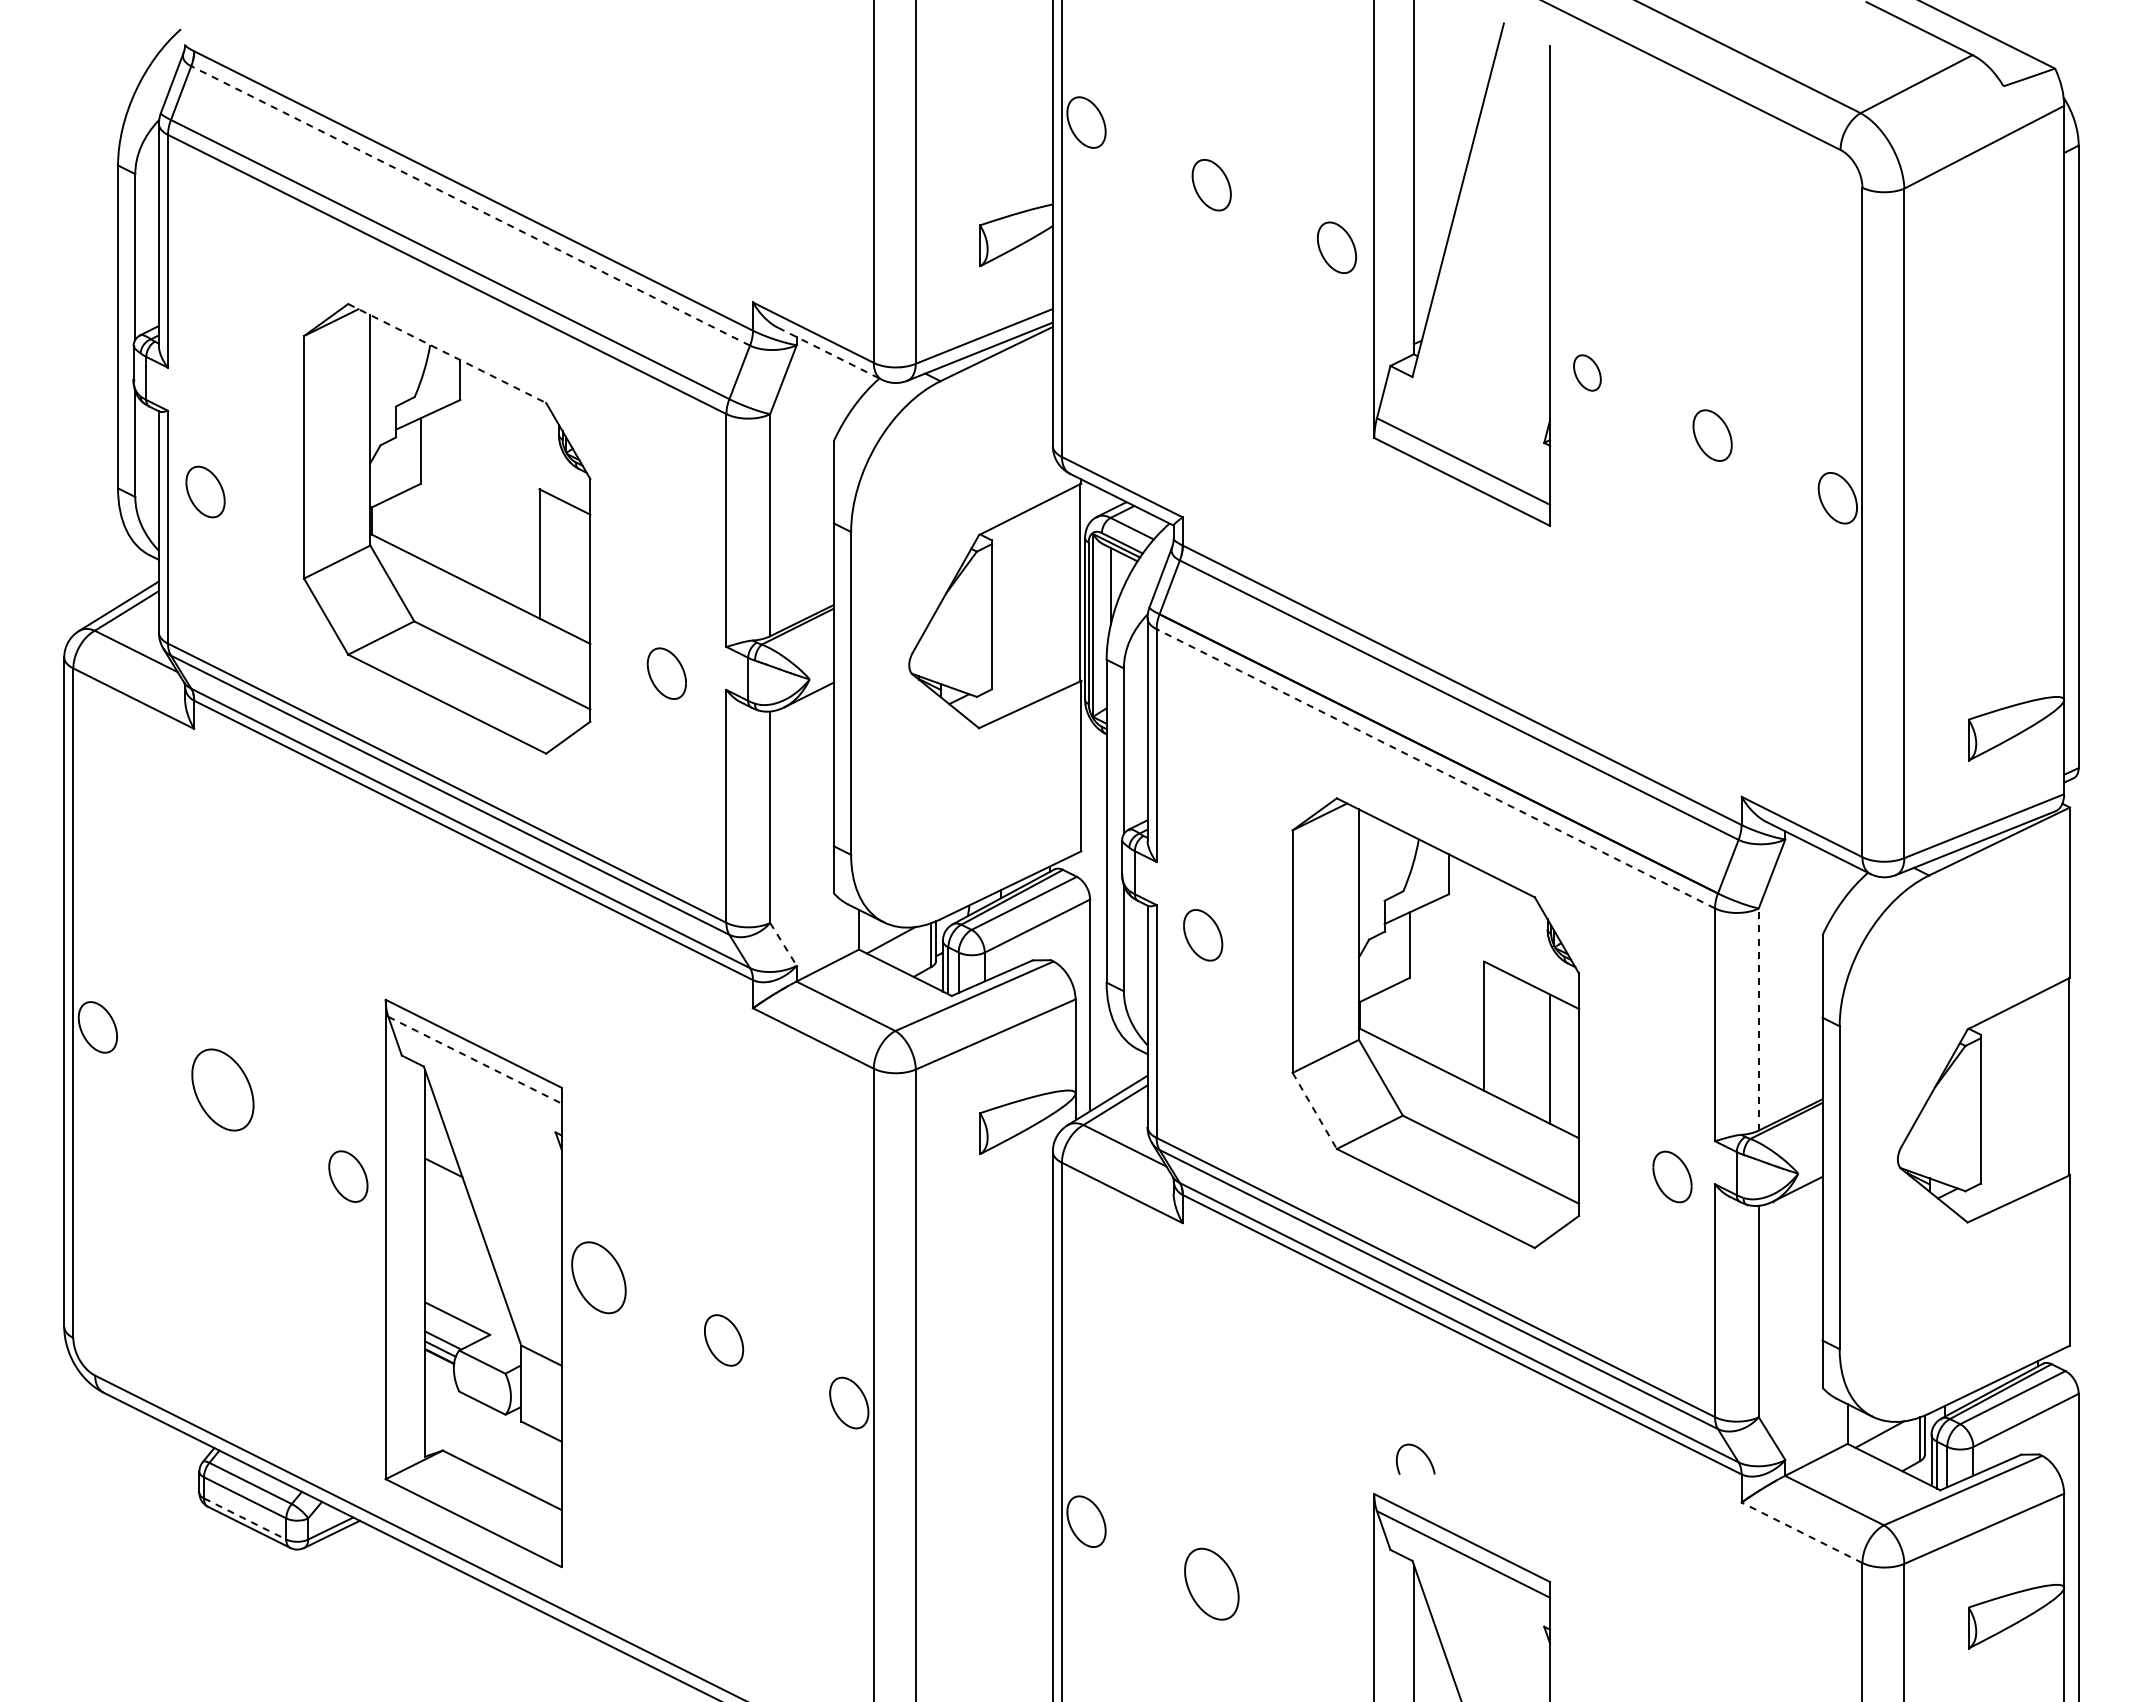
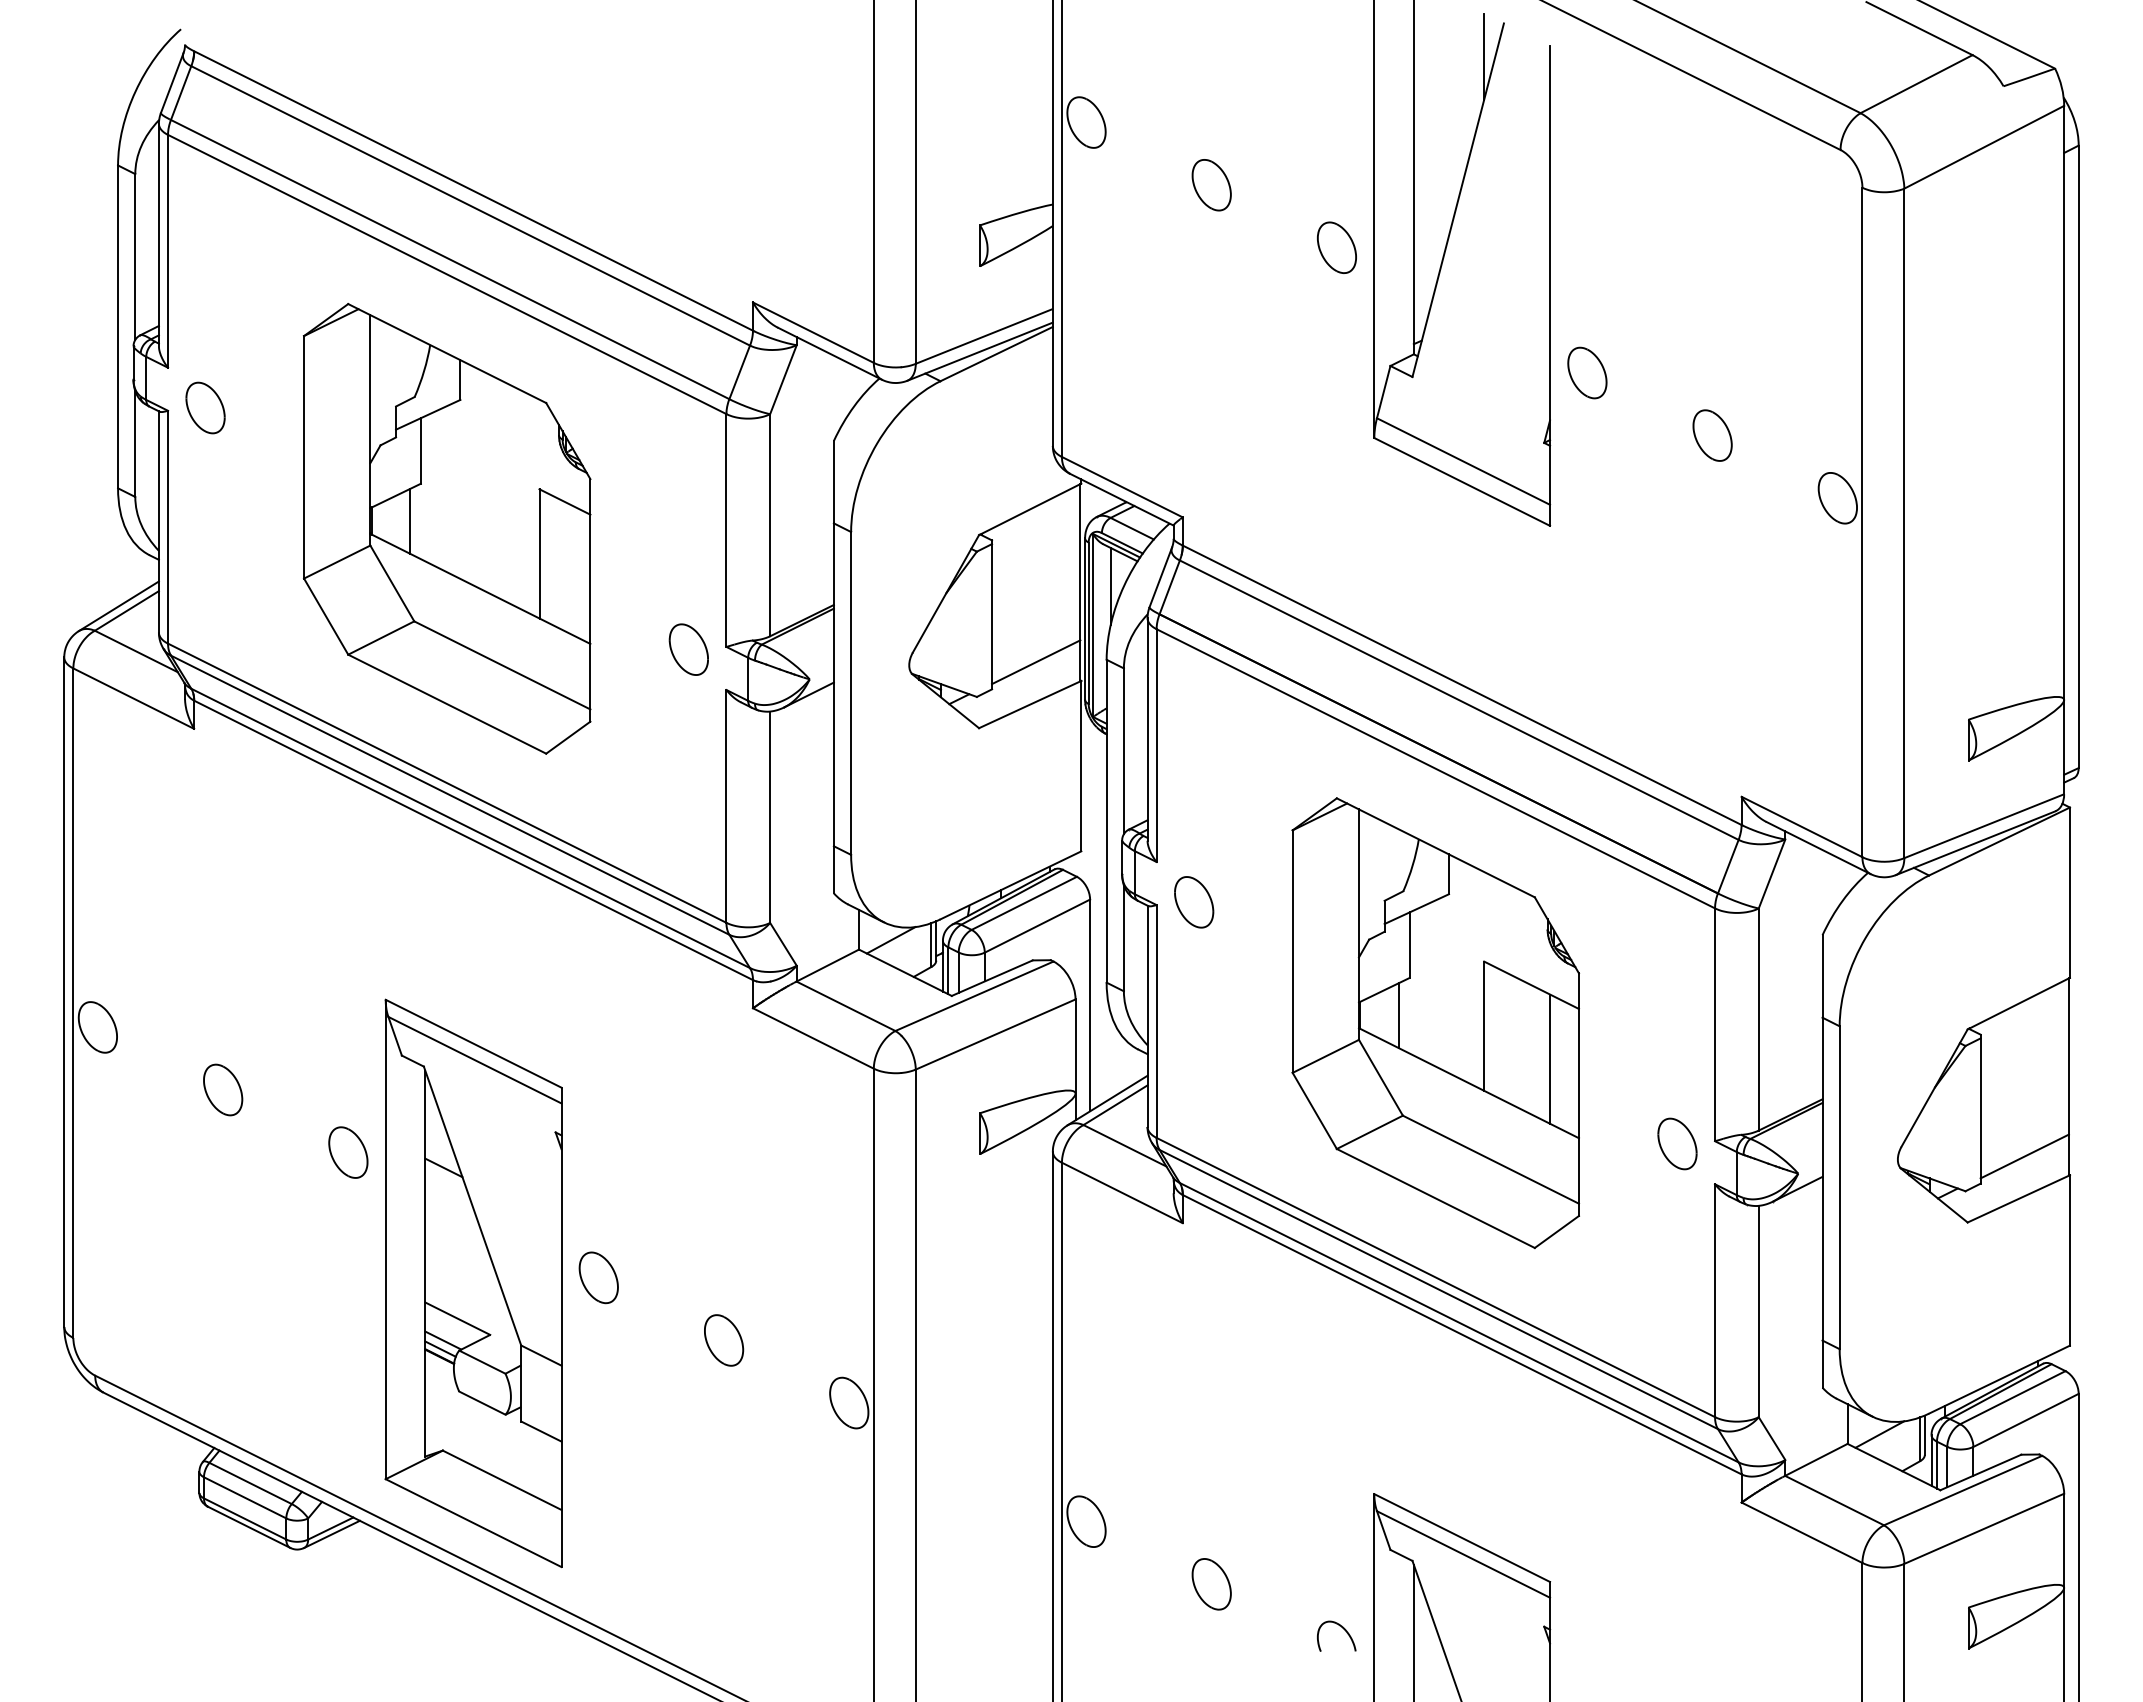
line at (1484, 56): none -> present
line at (470, 205): dashed -> solid
line at (447, 353): dashed -> solid
line at (830, 353): dashed -> solid
part at (1587, 372) size: 29x38 px -> 41x54 px
part at (205, 491) position: (205, 491) -> (205, 407)
line at (409, 521): none -> present
line at (1036, 662): none -> present
part at (666, 673) position: (666, 673) -> (688, 649)
line at (1435, 768): dashed -> solid
part at (1203, 935) position: (1203, 935) -> (1194, 902)
line at (783, 944): dashed -> solid
line at (1398, 1015): none -> present
line at (1758, 1019): dashed -> solid
line at (474, 1060): dashed -> solid
part at (222, 1089) size: 64x84 px -> 41x54 px
line at (1315, 1111): dashed -> solid
line at (2024, 1156): none -> present
part at (348, 1176) position: (348, 1176) -> (348, 1152)
part at (1672, 1176) position: (1672, 1176) -> (1677, 1143)
part at (598, 1277) size: 56x74 px -> 41x54 px
part at (1421, 1451) position: (1421, 1451) -> (1342, 1628)
line at (245, 1519): dashed -> solid
line at (1802, 1532): dashed -> solid
part at (1211, 1583) size: 56x74 px -> 41x53 px
